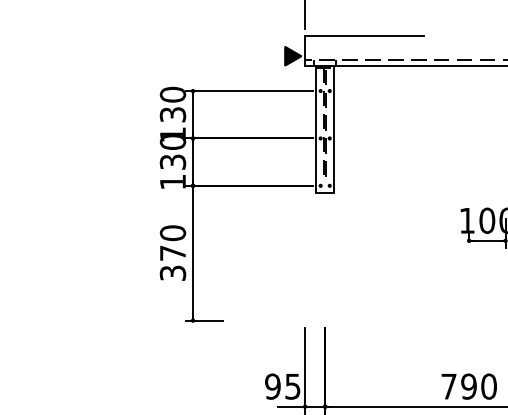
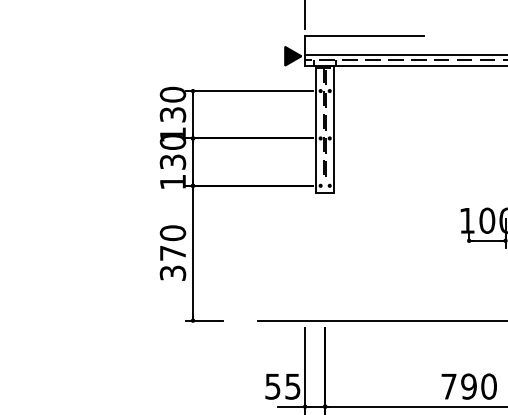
line at (404, 54): none -> present
line at (380, 320): none -> present
text at (272, 386): 95 -> 55
